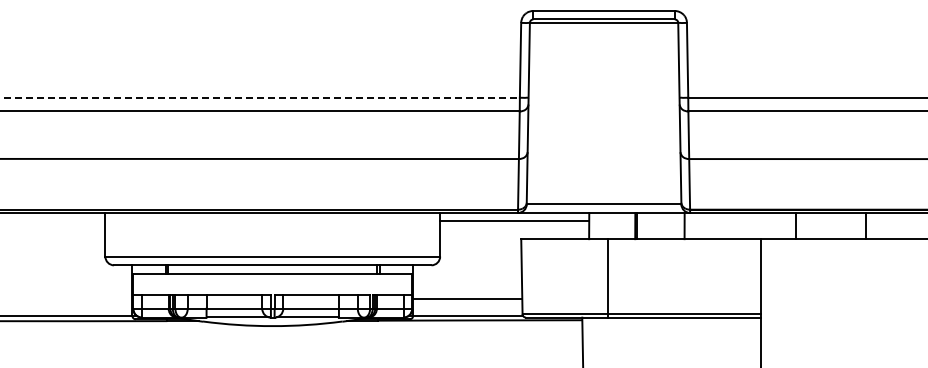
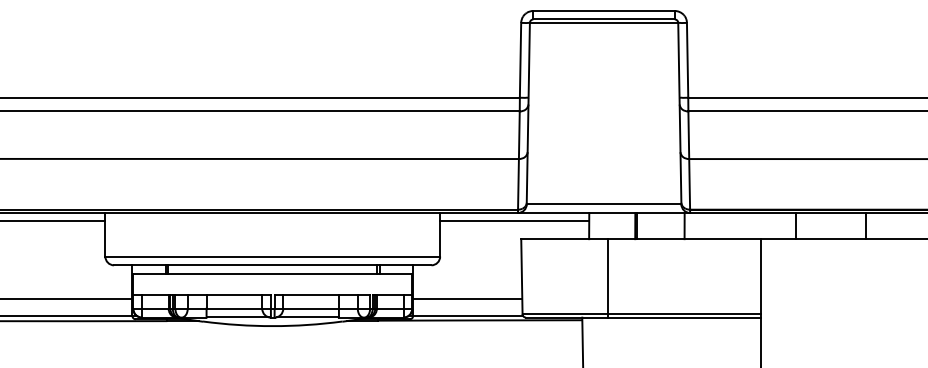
line at (259, 97): dashed -> solid
line at (53, 221): none -> present
line at (67, 298): none -> present
